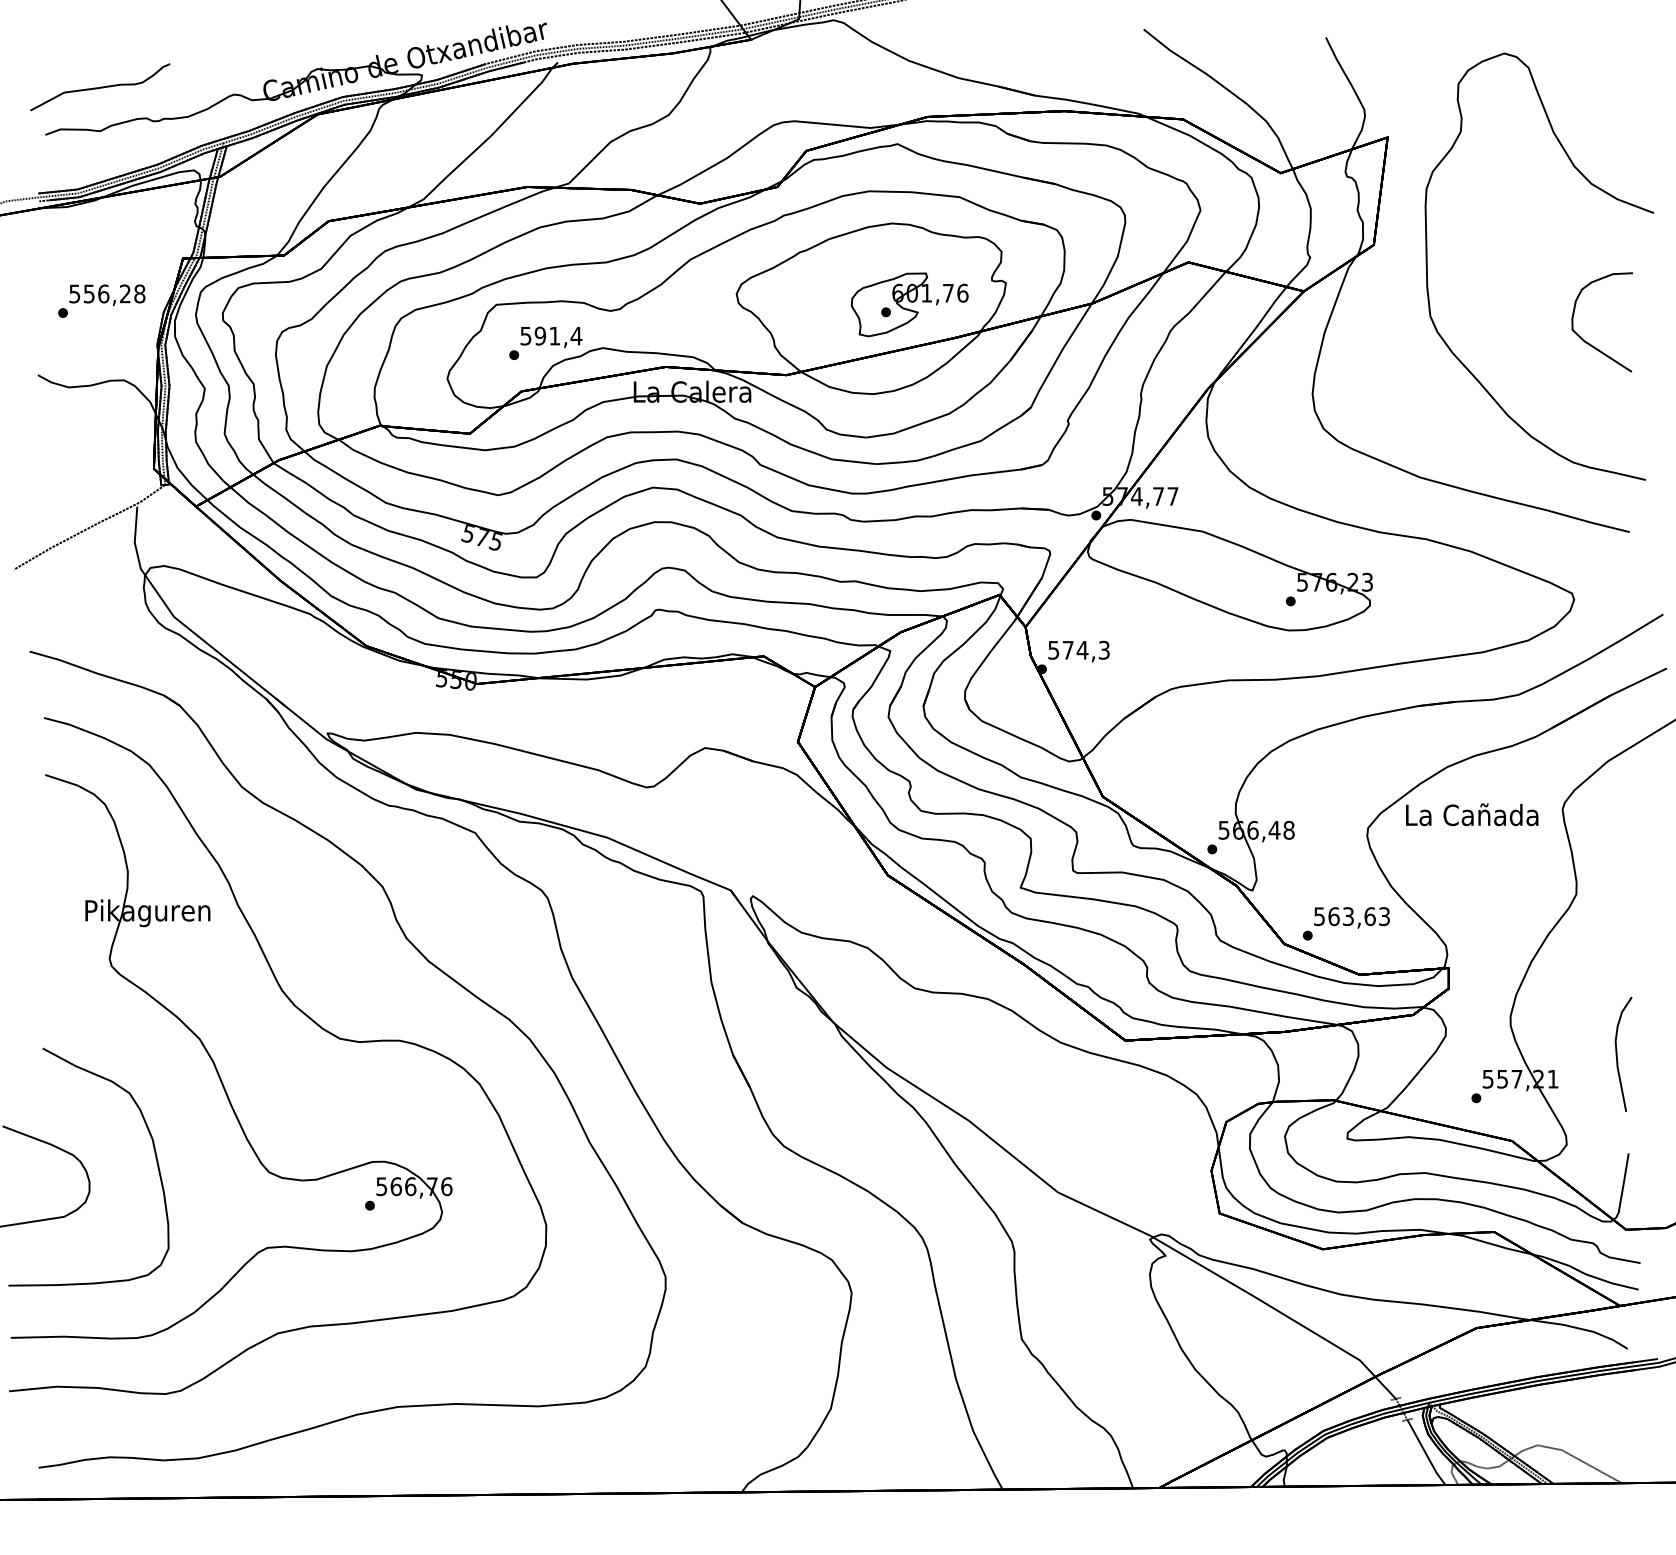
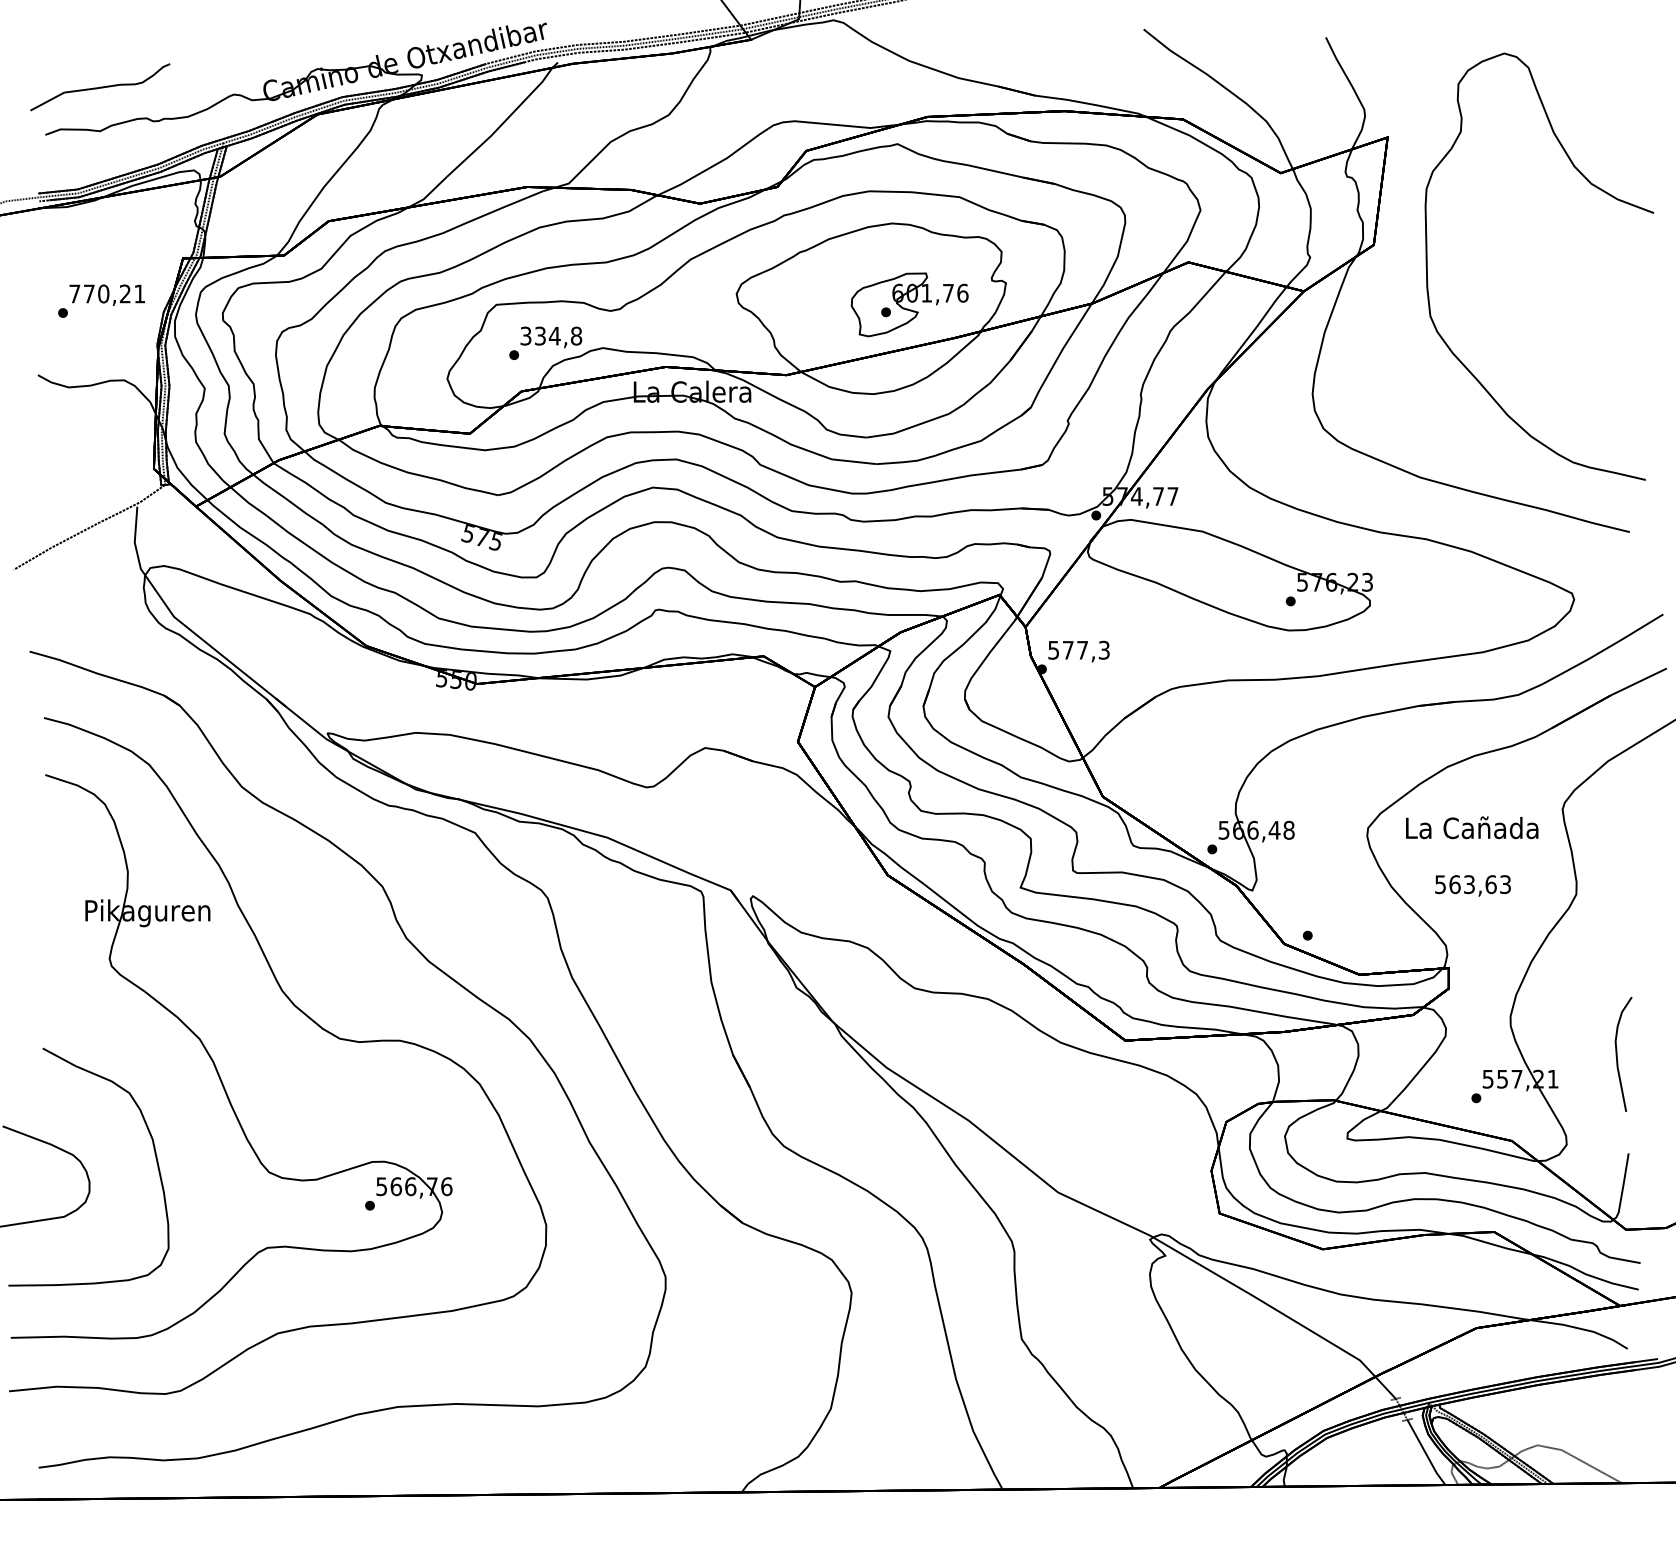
text at (107, 293): 556,28 -> 770,21
text at (551, 335): 591,4 -> 334,8
part at (1588, 342): present -> none
text at (1082, 650): 574,3 -> 577,3
text at (1472, 814) position: (1472, 814) -> (1472, 827)
text at (1351, 917) position: (1351, 917) -> (1472, 885)
